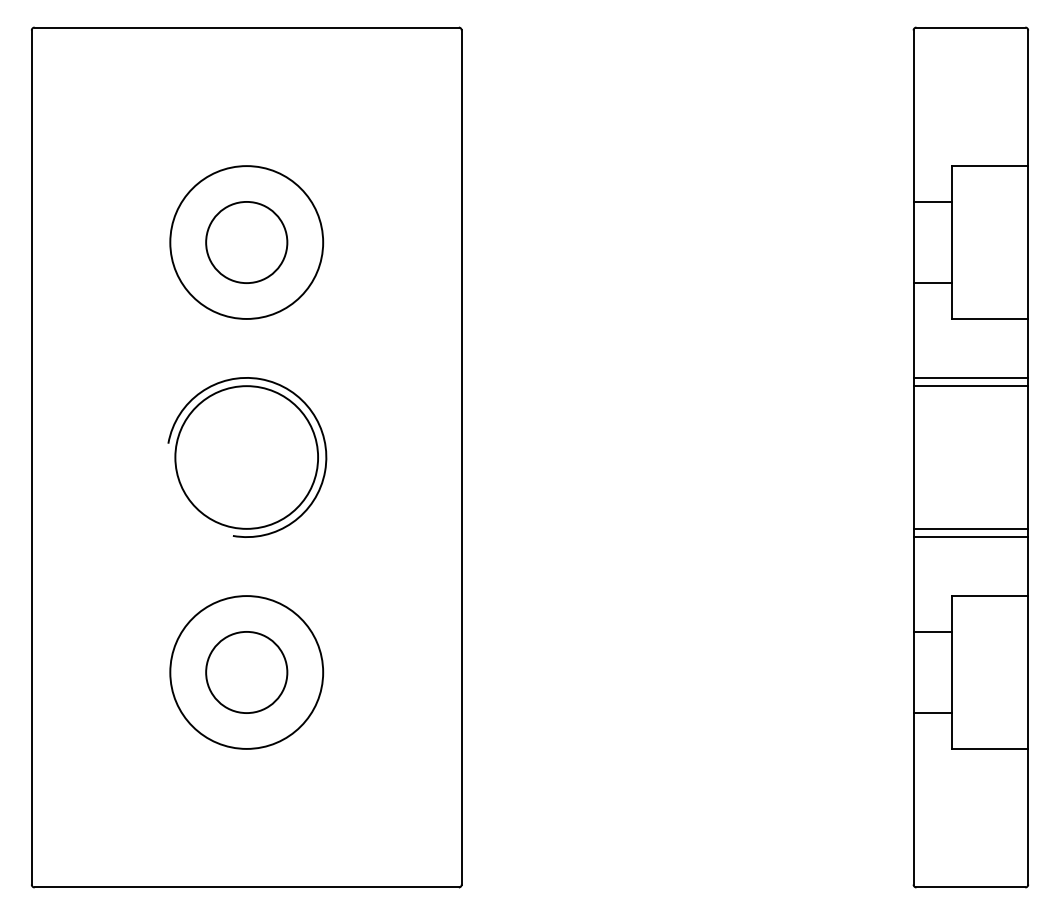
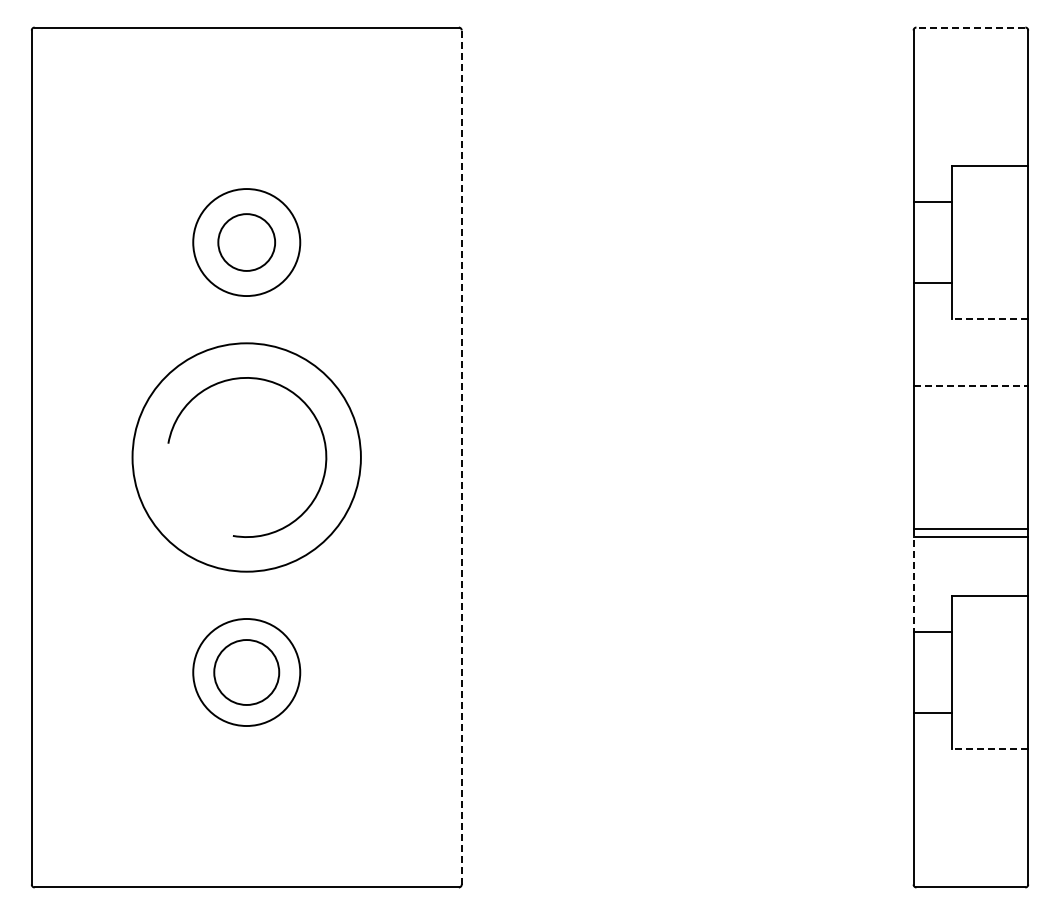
line at (970, 27): solid -> dashed
circle at (246, 242) diameter: 153 px -> 107 px
circle at (246, 242) diameter: 81 px -> 57 px
line at (989, 318): solid -> dashed
line at (970, 377): present -> none
line at (971, 386): solid -> dashed
circle at (246, 457) diameter: 143 px -> 228 px
line at (461, 457): solid -> dashed
line at (913, 580): solid -> dashed
circle at (246, 672) diameter: 153 px -> 107 px
circle at (246, 672) diameter: 81 px -> 65 px
line at (989, 748): solid -> dashed
